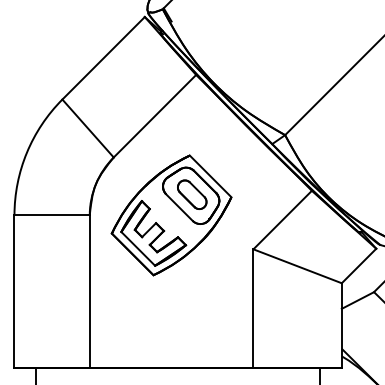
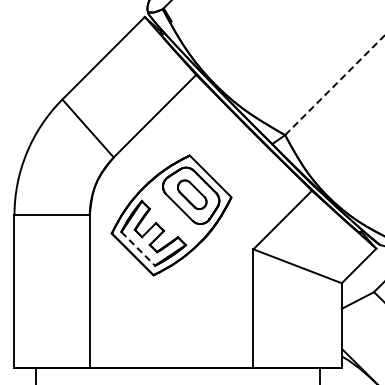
line at (335, 84): solid -> dashed
line at (138, 248): solid -> dashed
